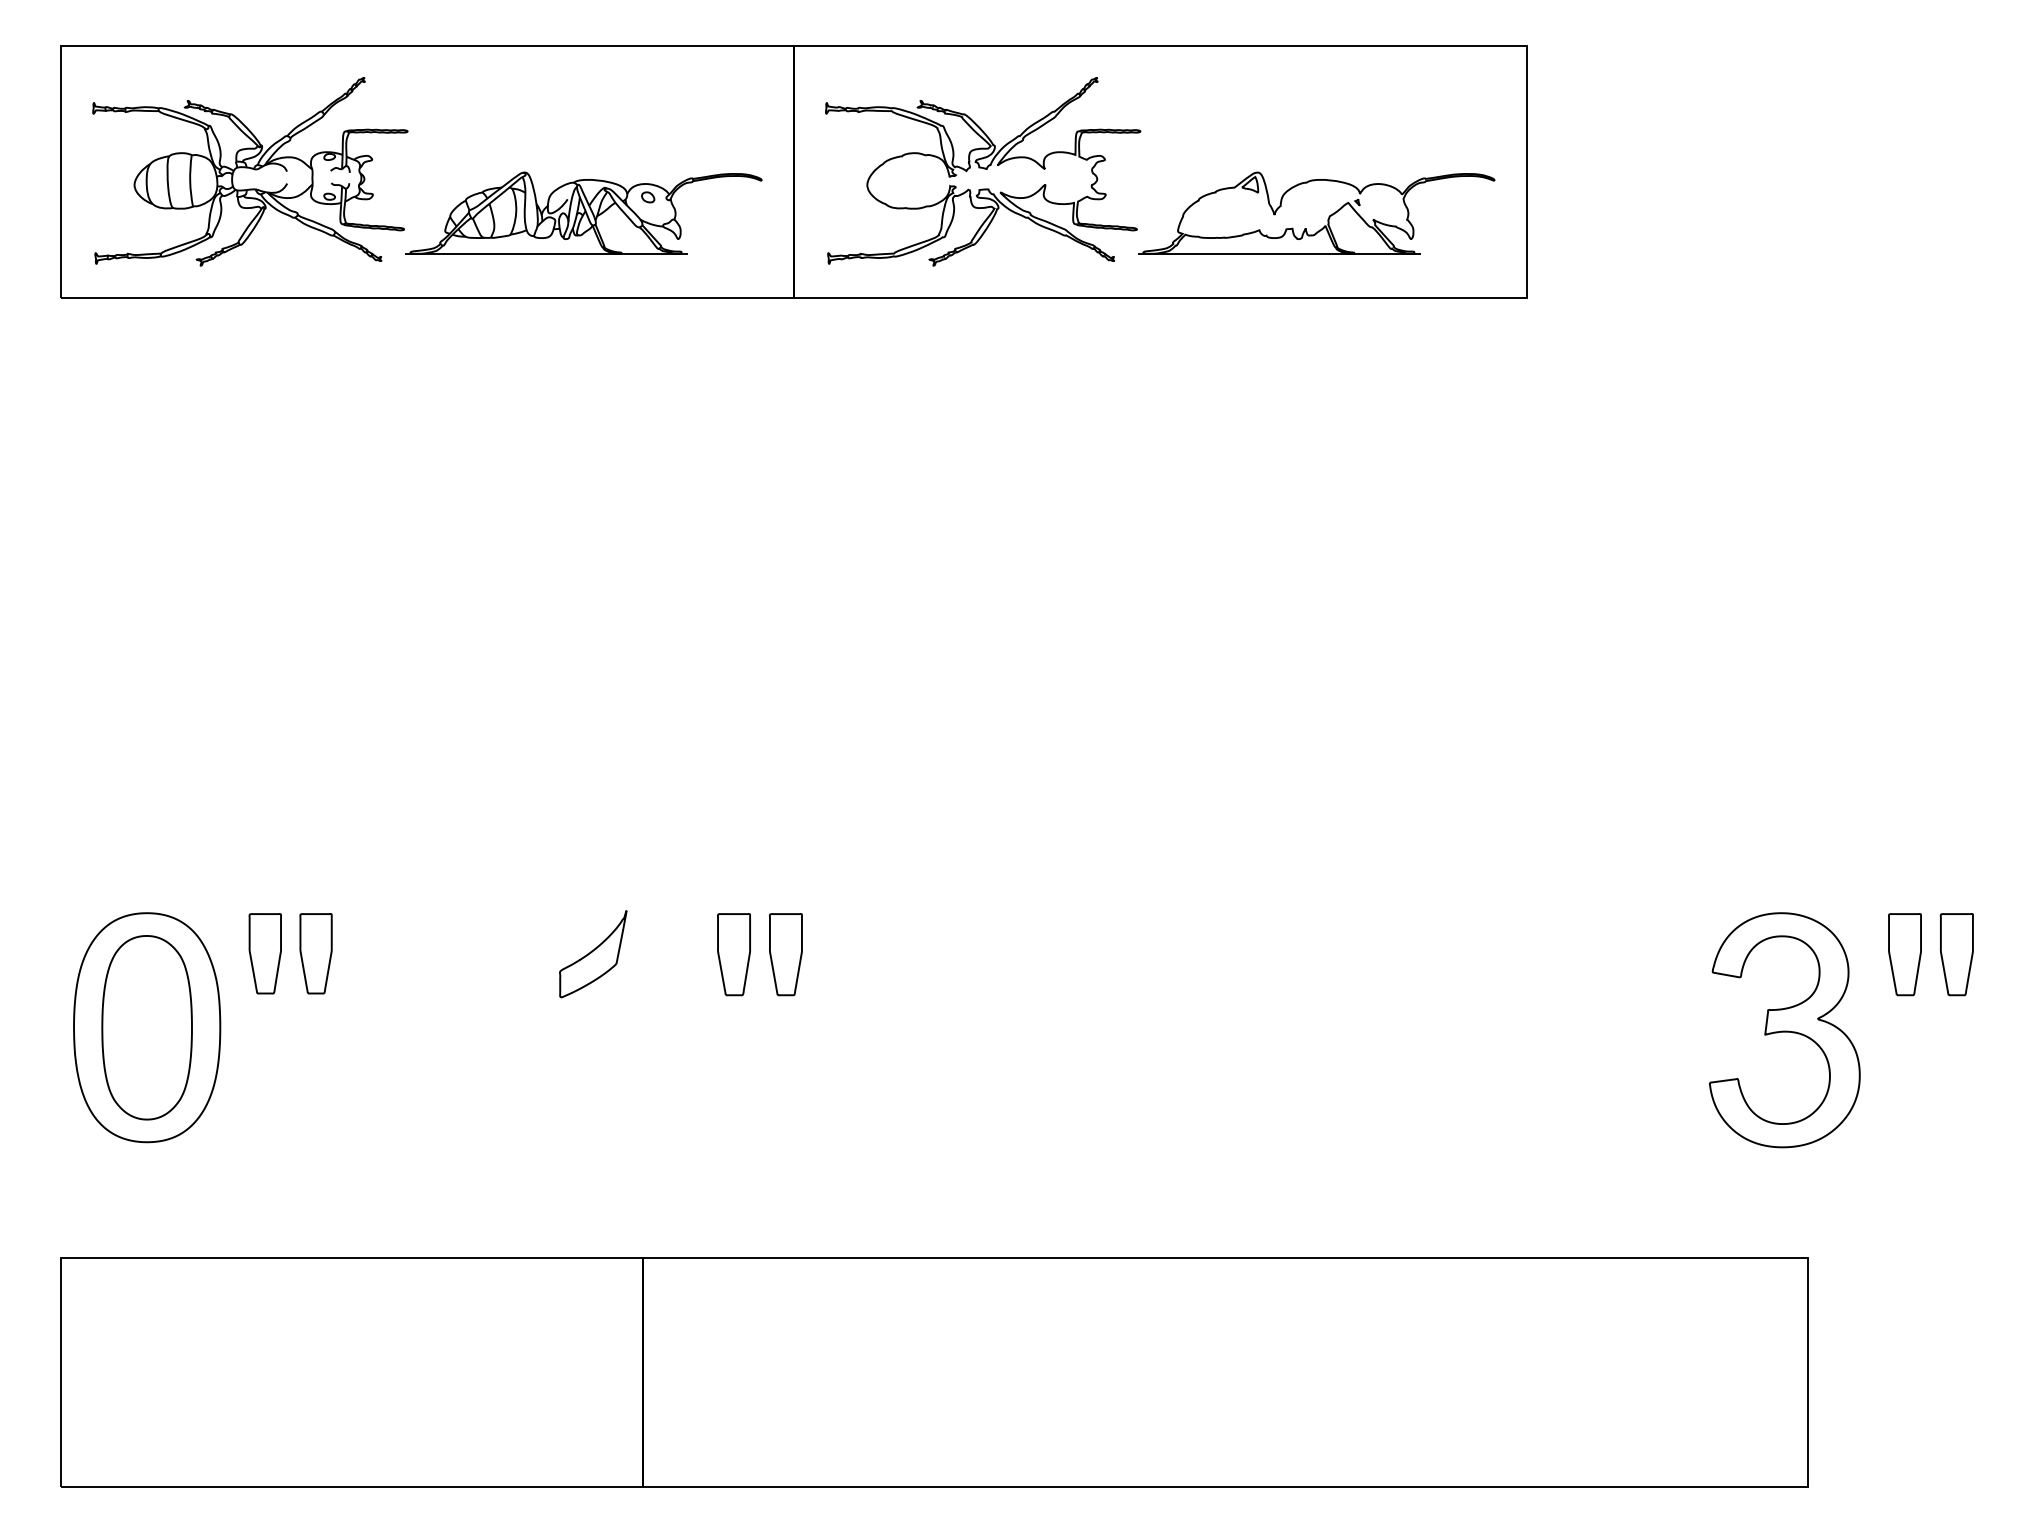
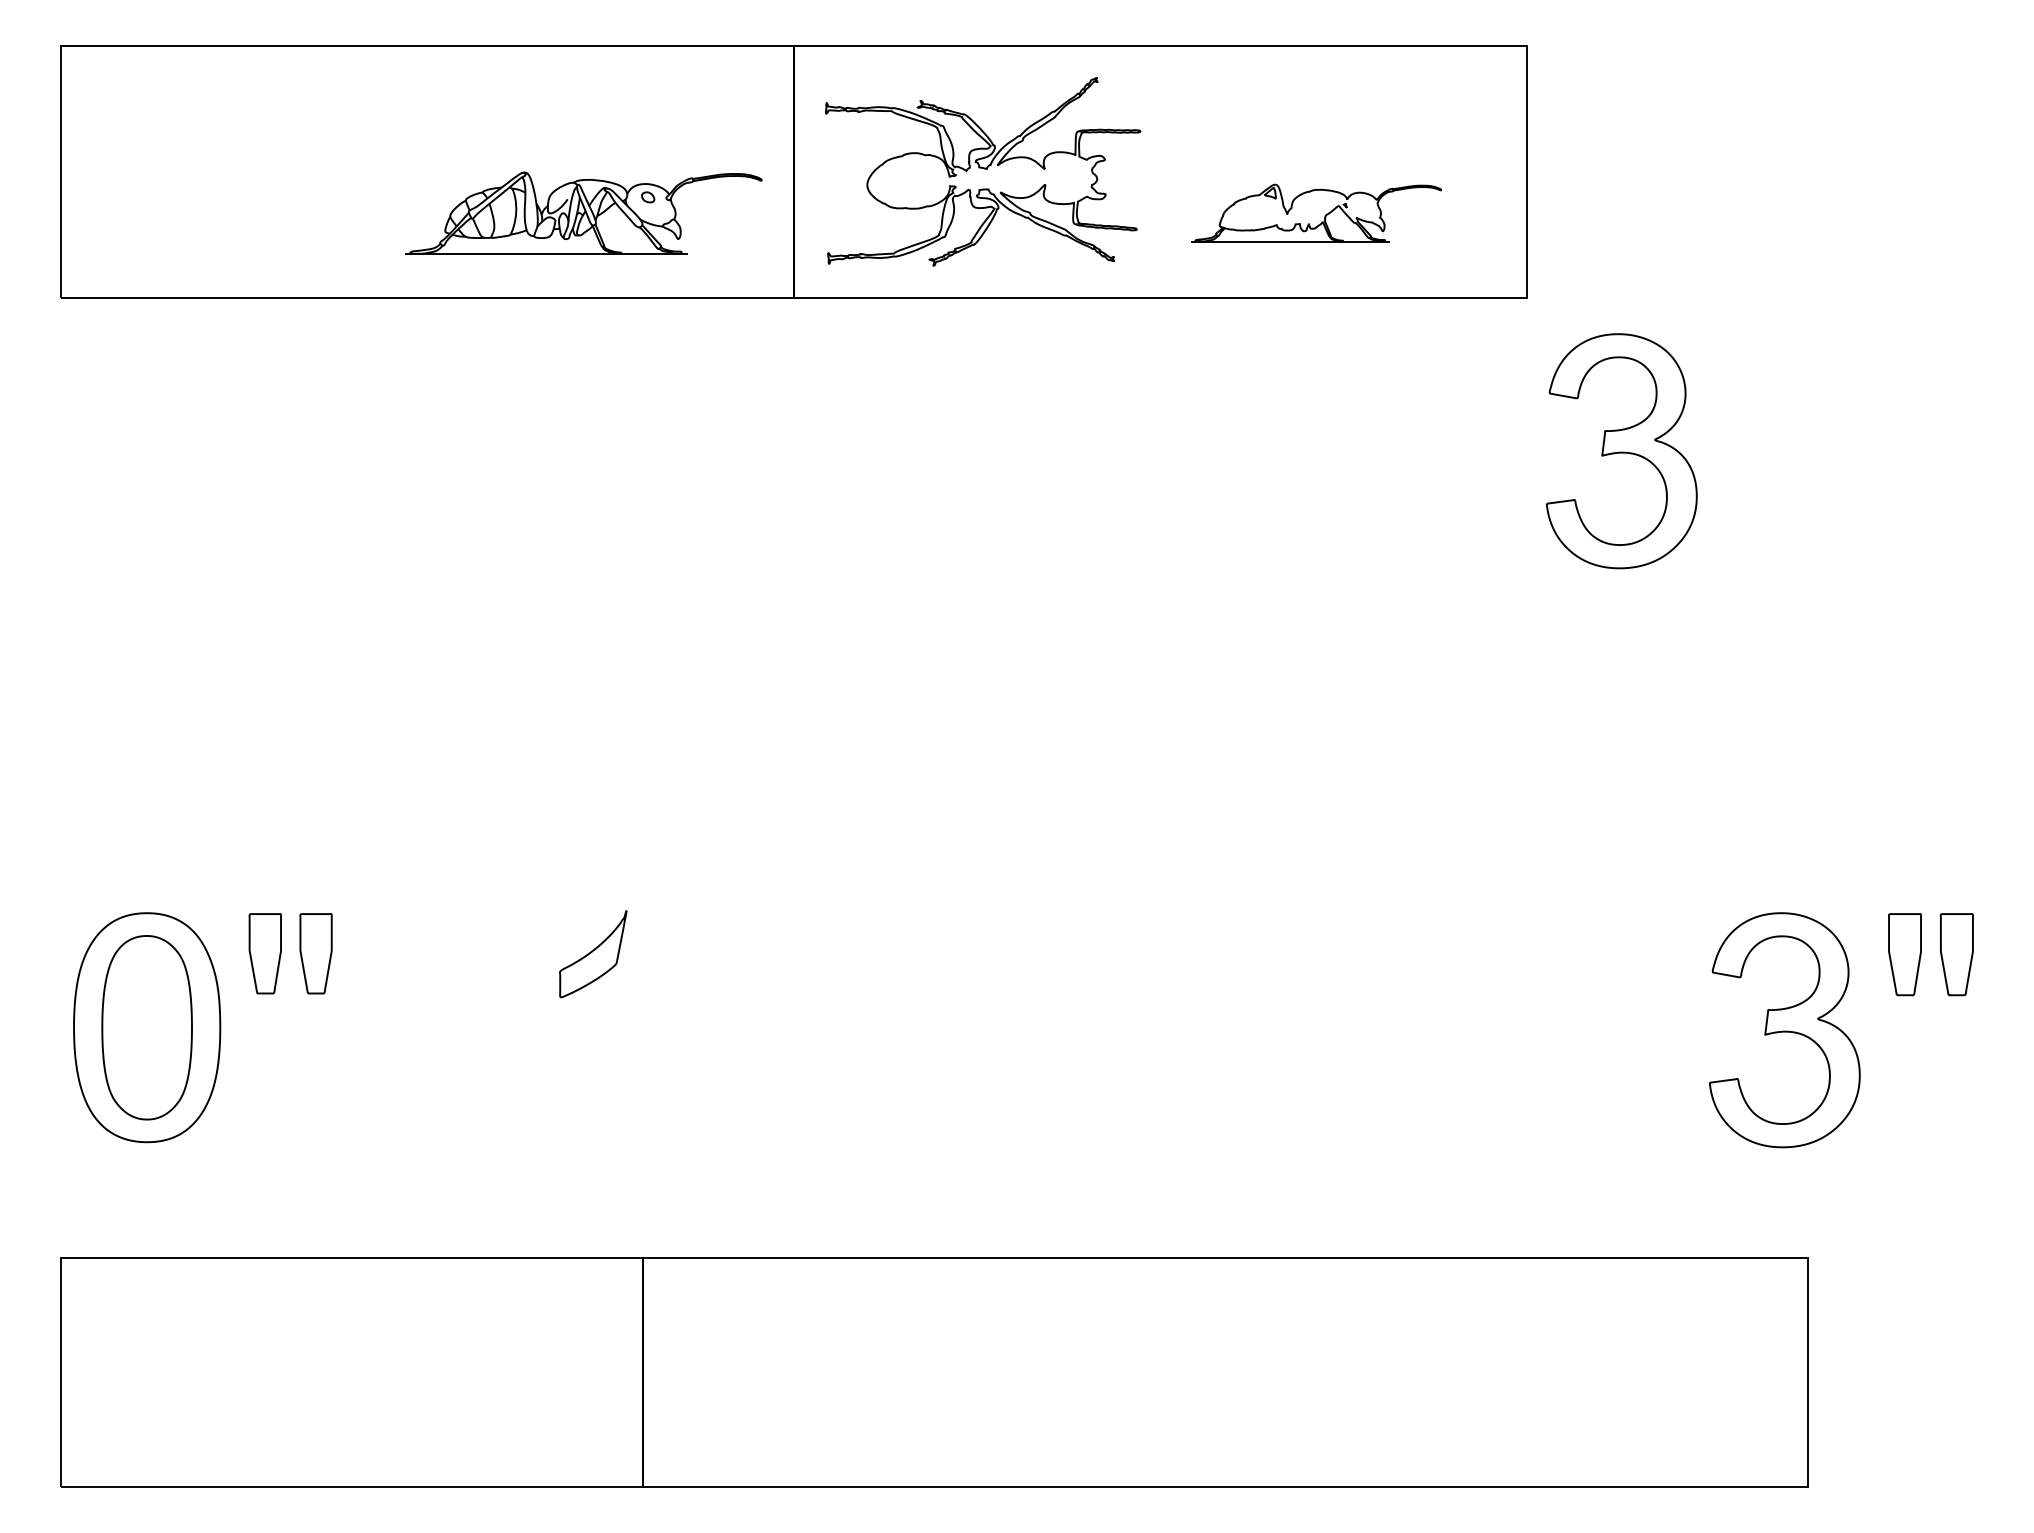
part at (250, 171): present -> none
part at (1316, 212) size: 358x84 px -> 252x60 px
part at (1621, 451): none -> present
part at (733, 954): present -> none
part at (785, 954): present -> none
